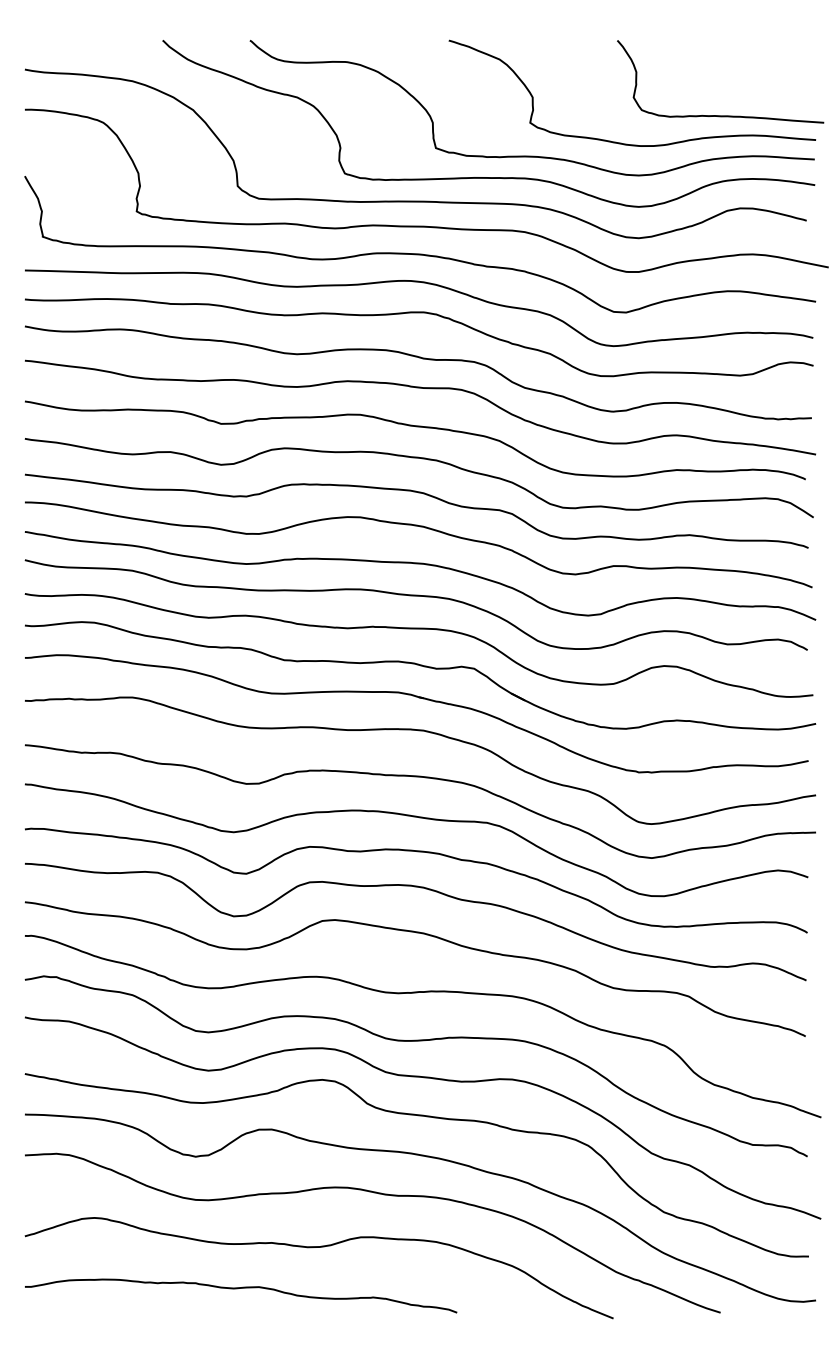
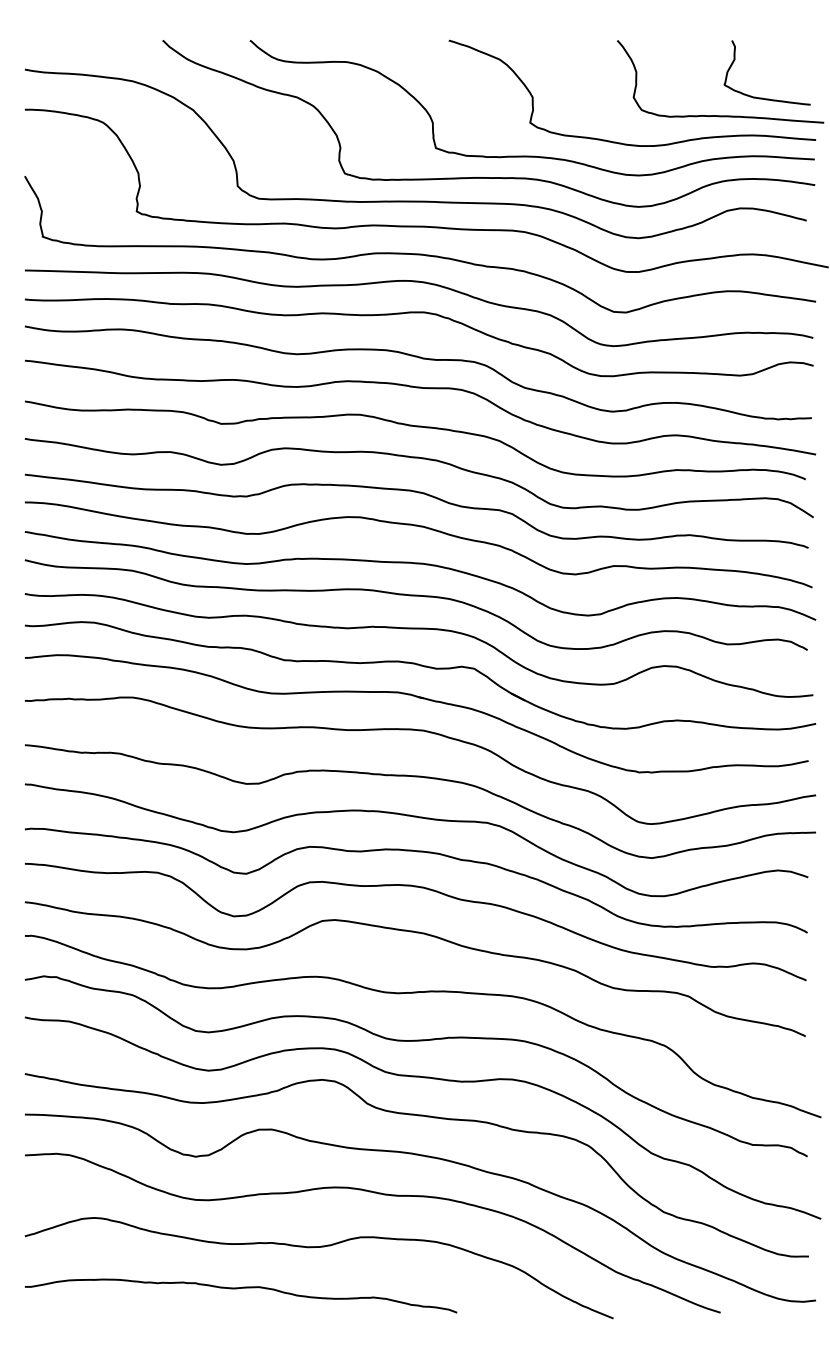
curve at (762, 97): none -> present
